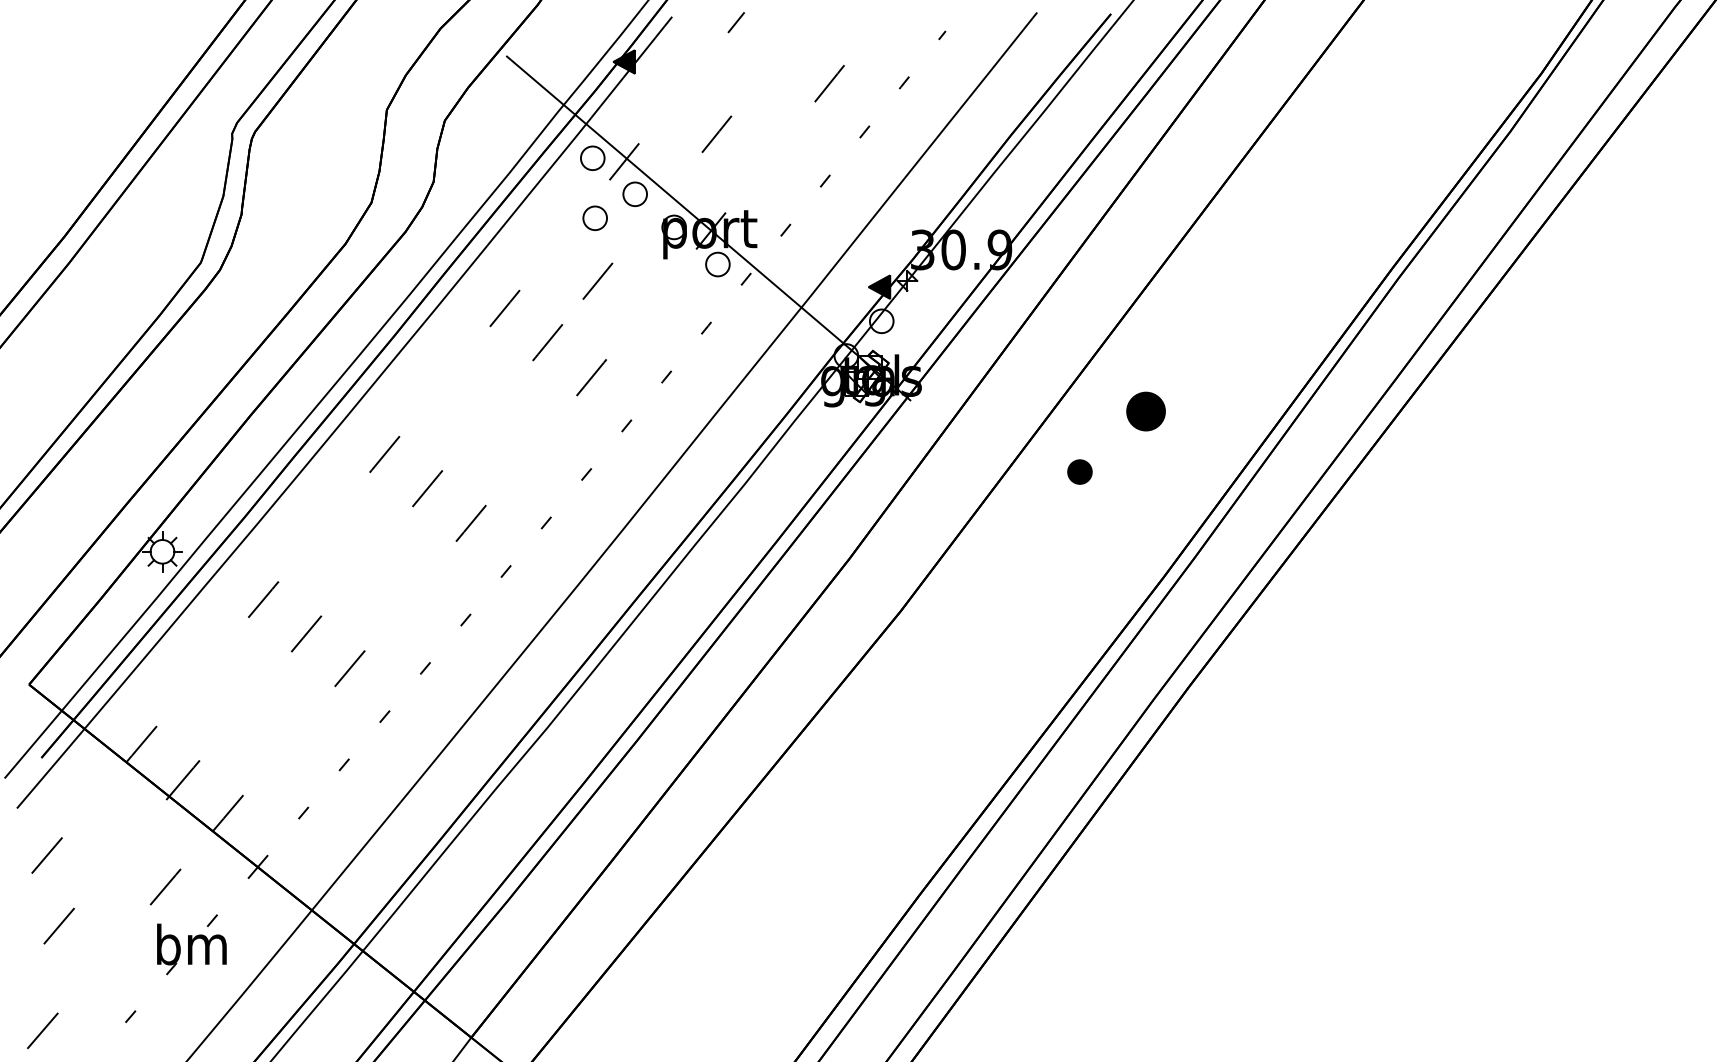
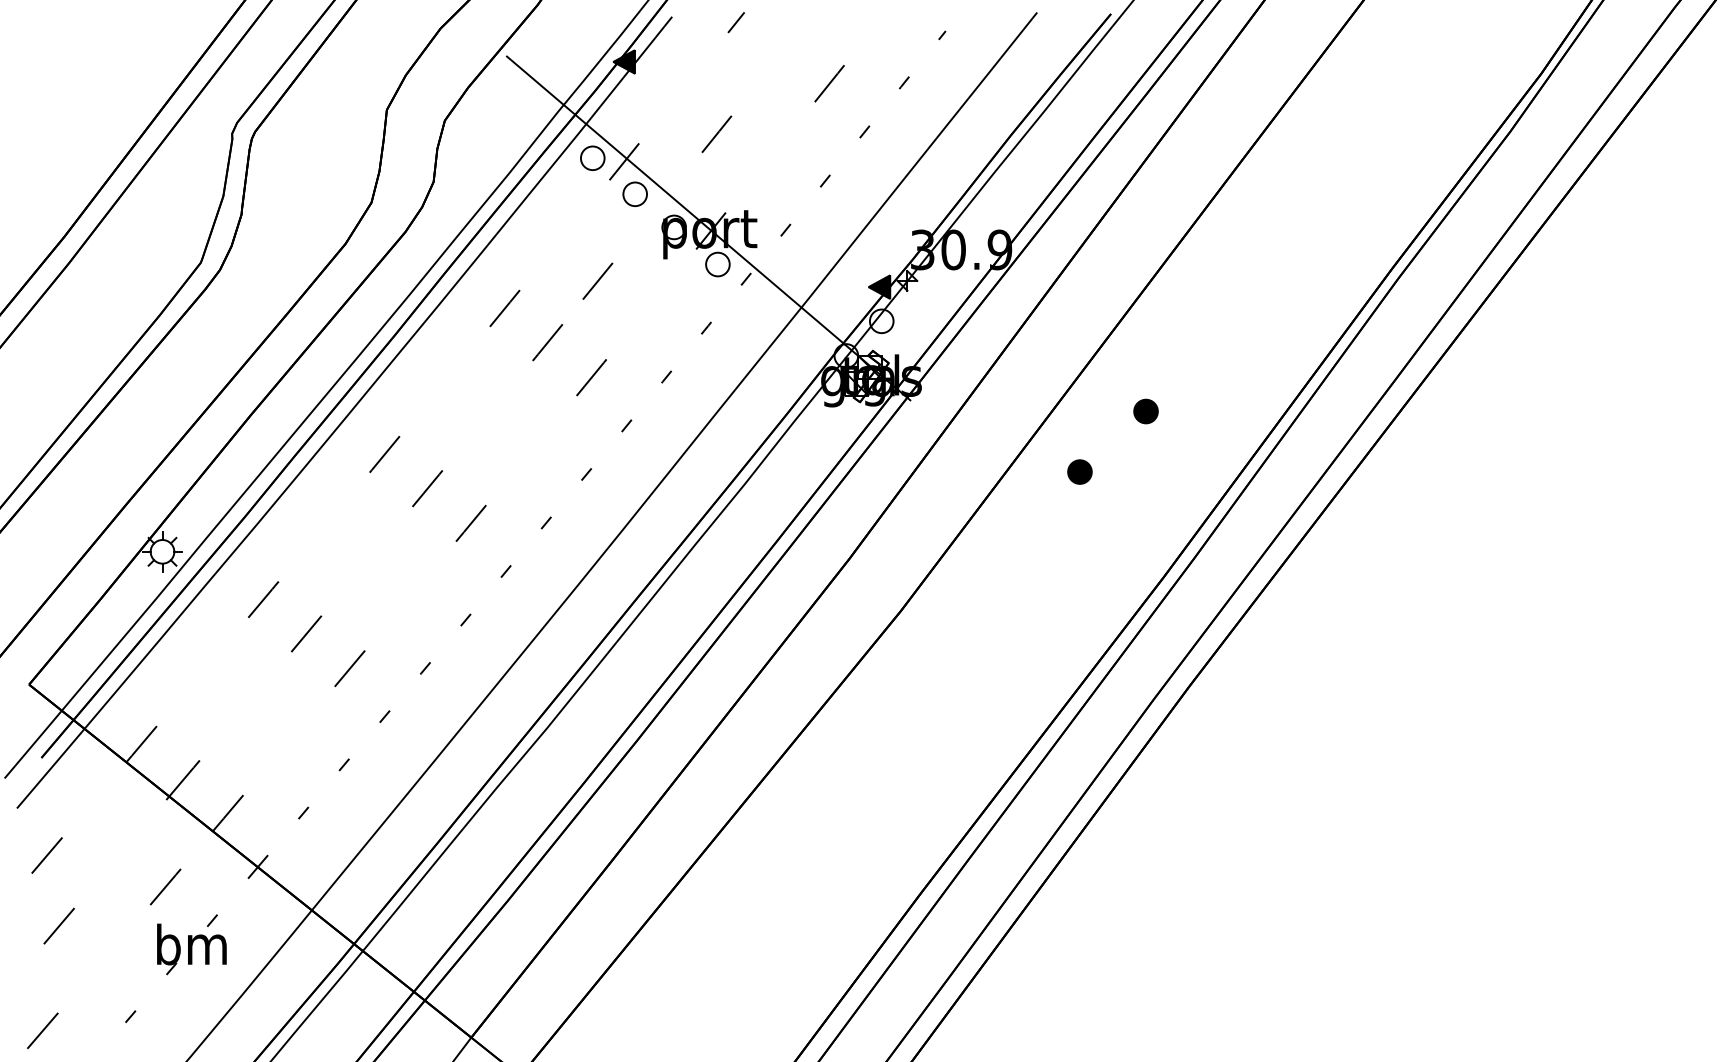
part at (594, 217): present -> none
part at (1145, 411) size: 40x41 px -> 26x27 px
